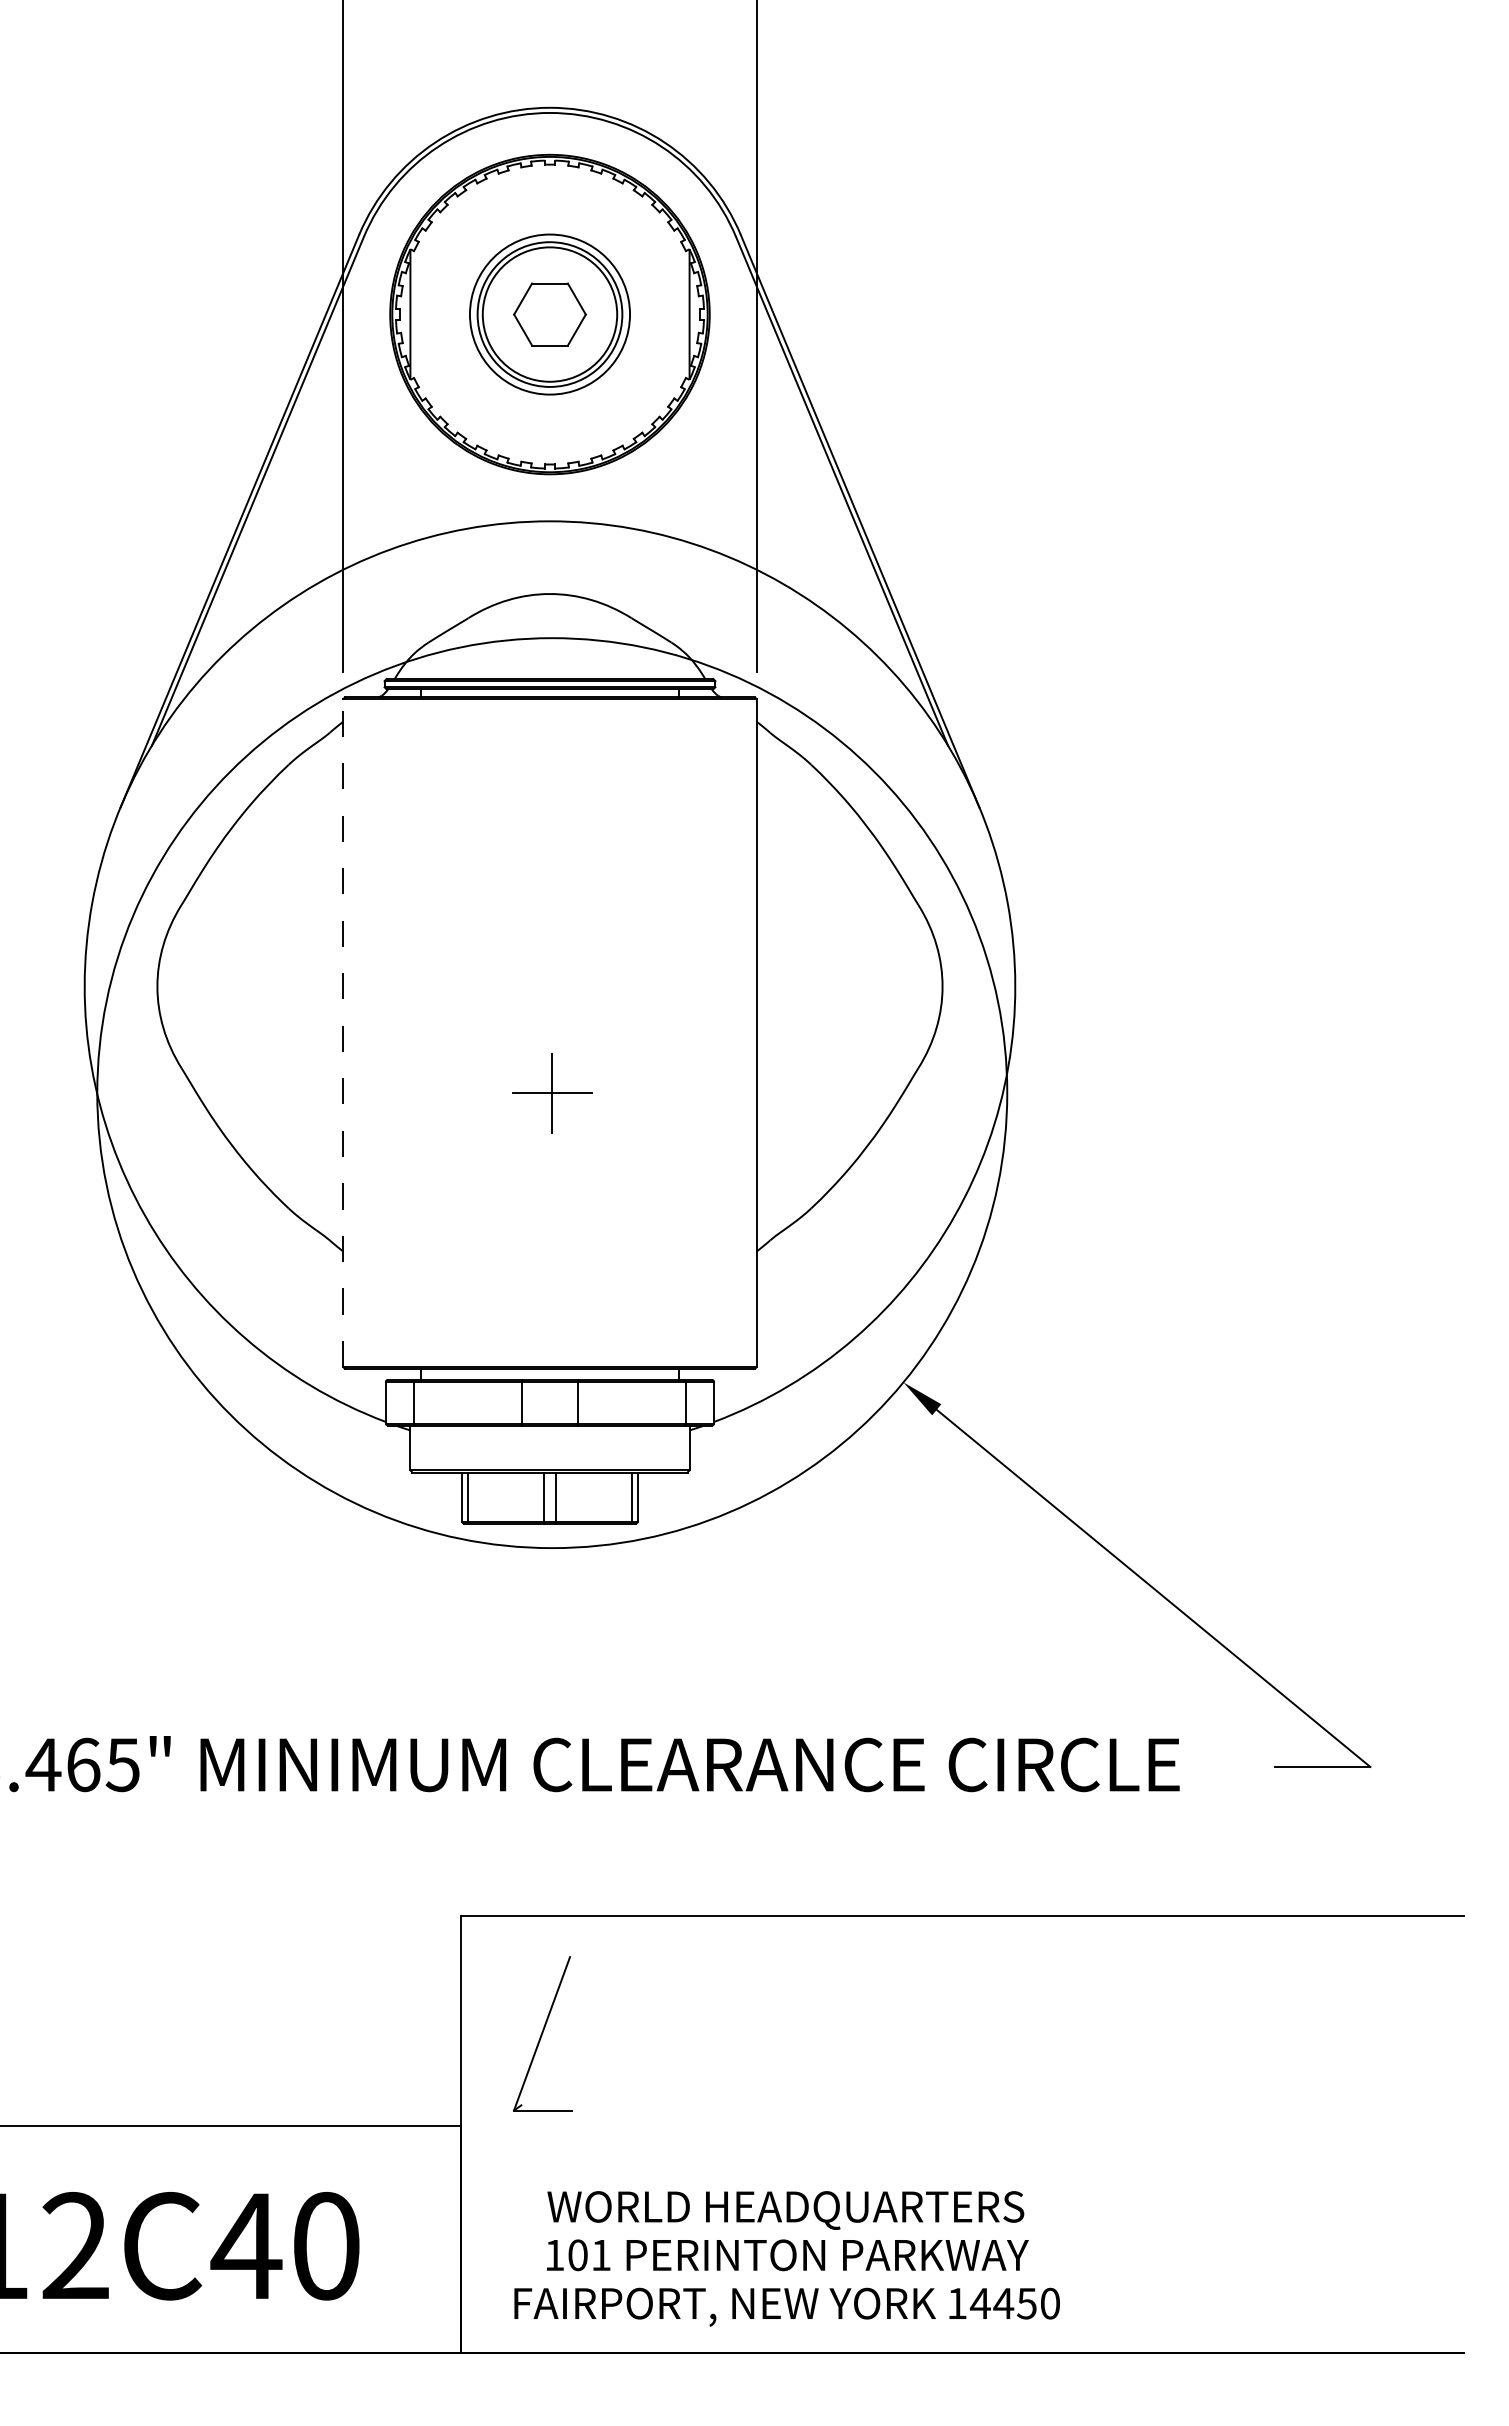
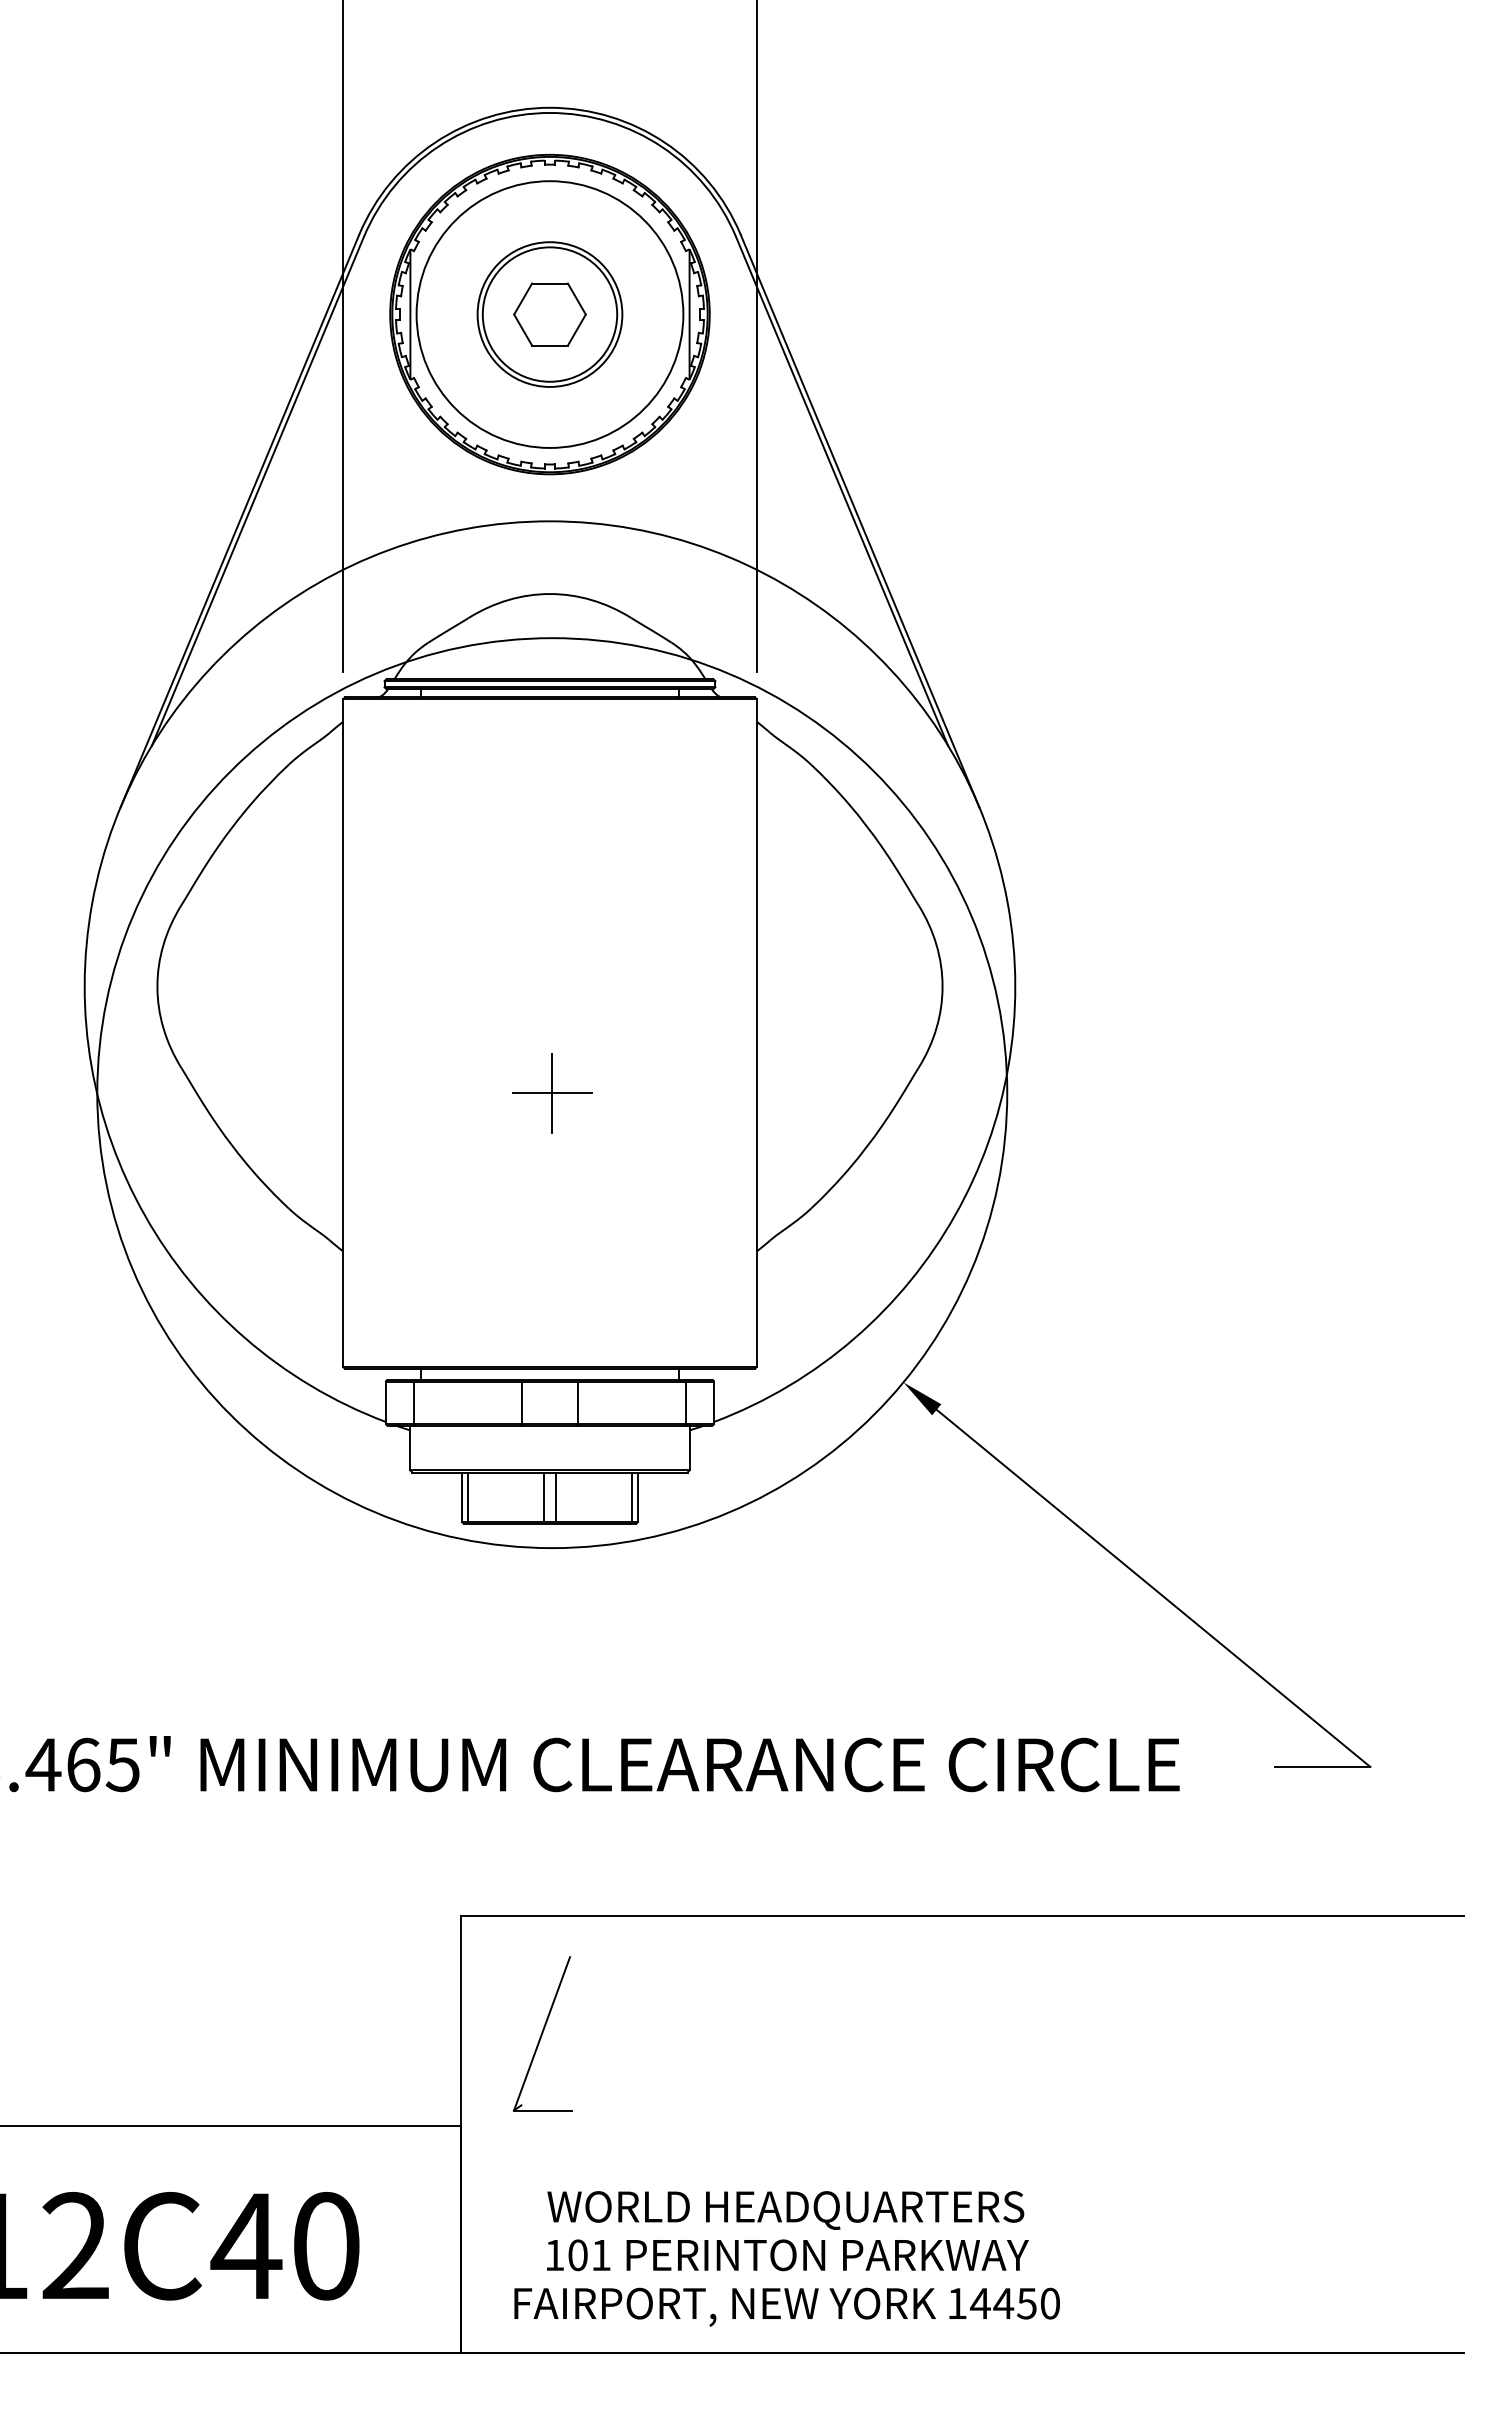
circle at (549, 314) diameter: 160 px -> 267 px
line at (343, 1033): dashed -> solid
